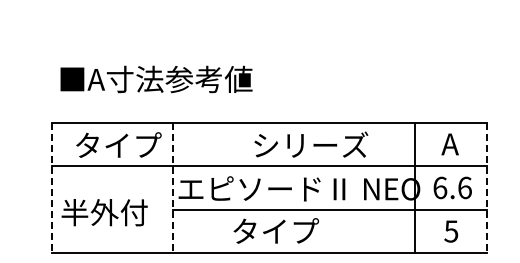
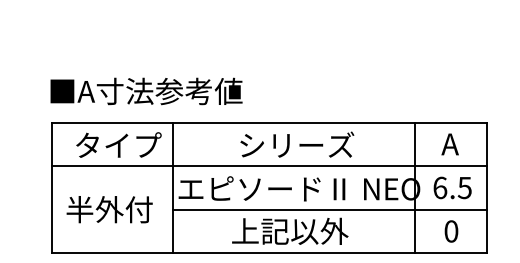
text at (156, 79) position: (156, 79) -> (146, 91)
text at (311, 144) position: (311, 144) -> (297, 144)
text at (464, 187): 6.6 -> 6.5
line at (52, 188): dashed -> solid
line at (173, 188): dashed -> solid
line at (487, 188): dashed -> solid
text at (104, 212) position: (104, 212) -> (109, 209)
text at (290, 230): タイプ -> 上記以外
text at (451, 231): 5 -> 0
